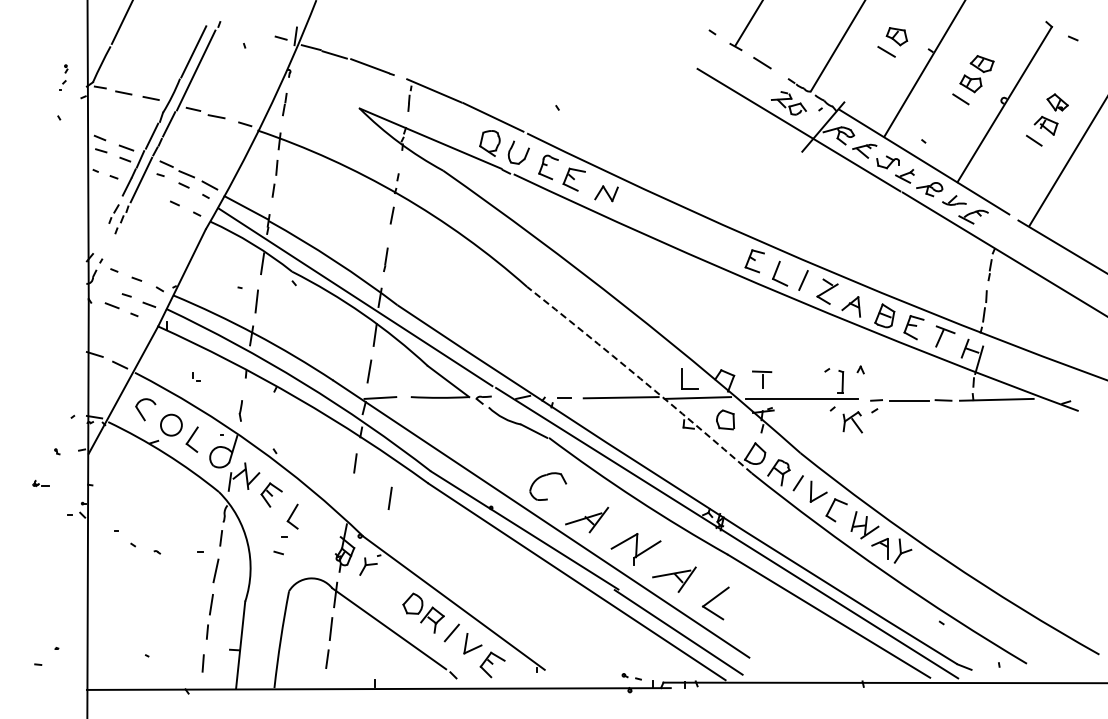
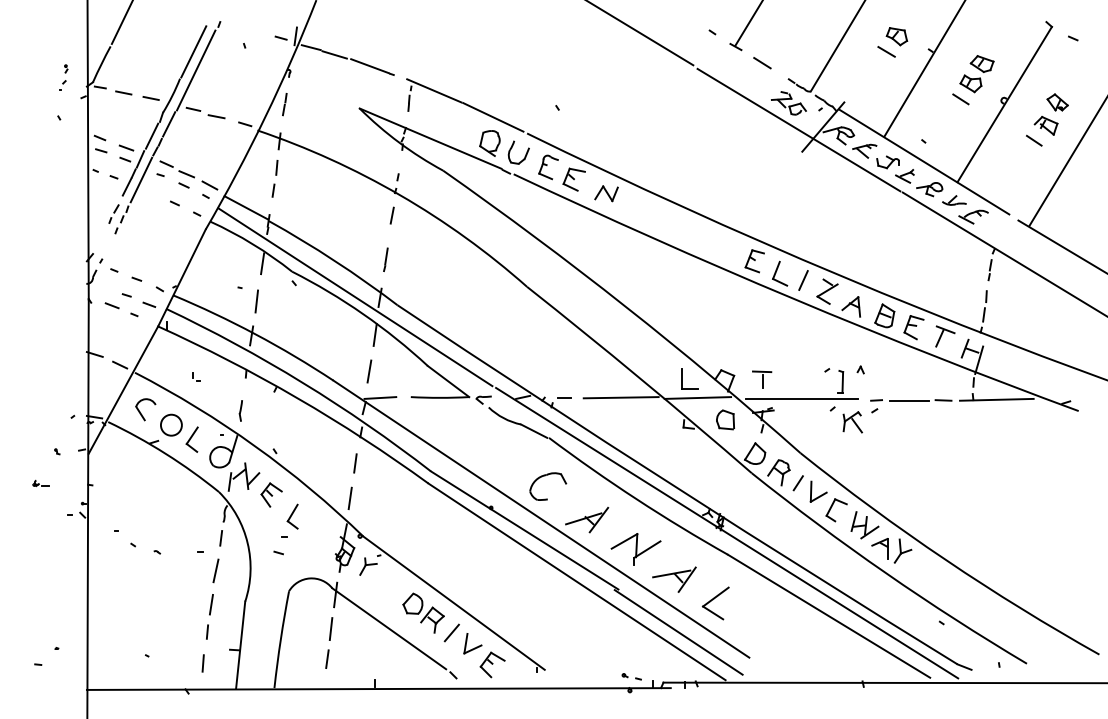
line at (640, 33): none -> present
arc at (640, 378): dashed -> solid
line at (389, 497) position: (389, 497) -> (349, 497)
